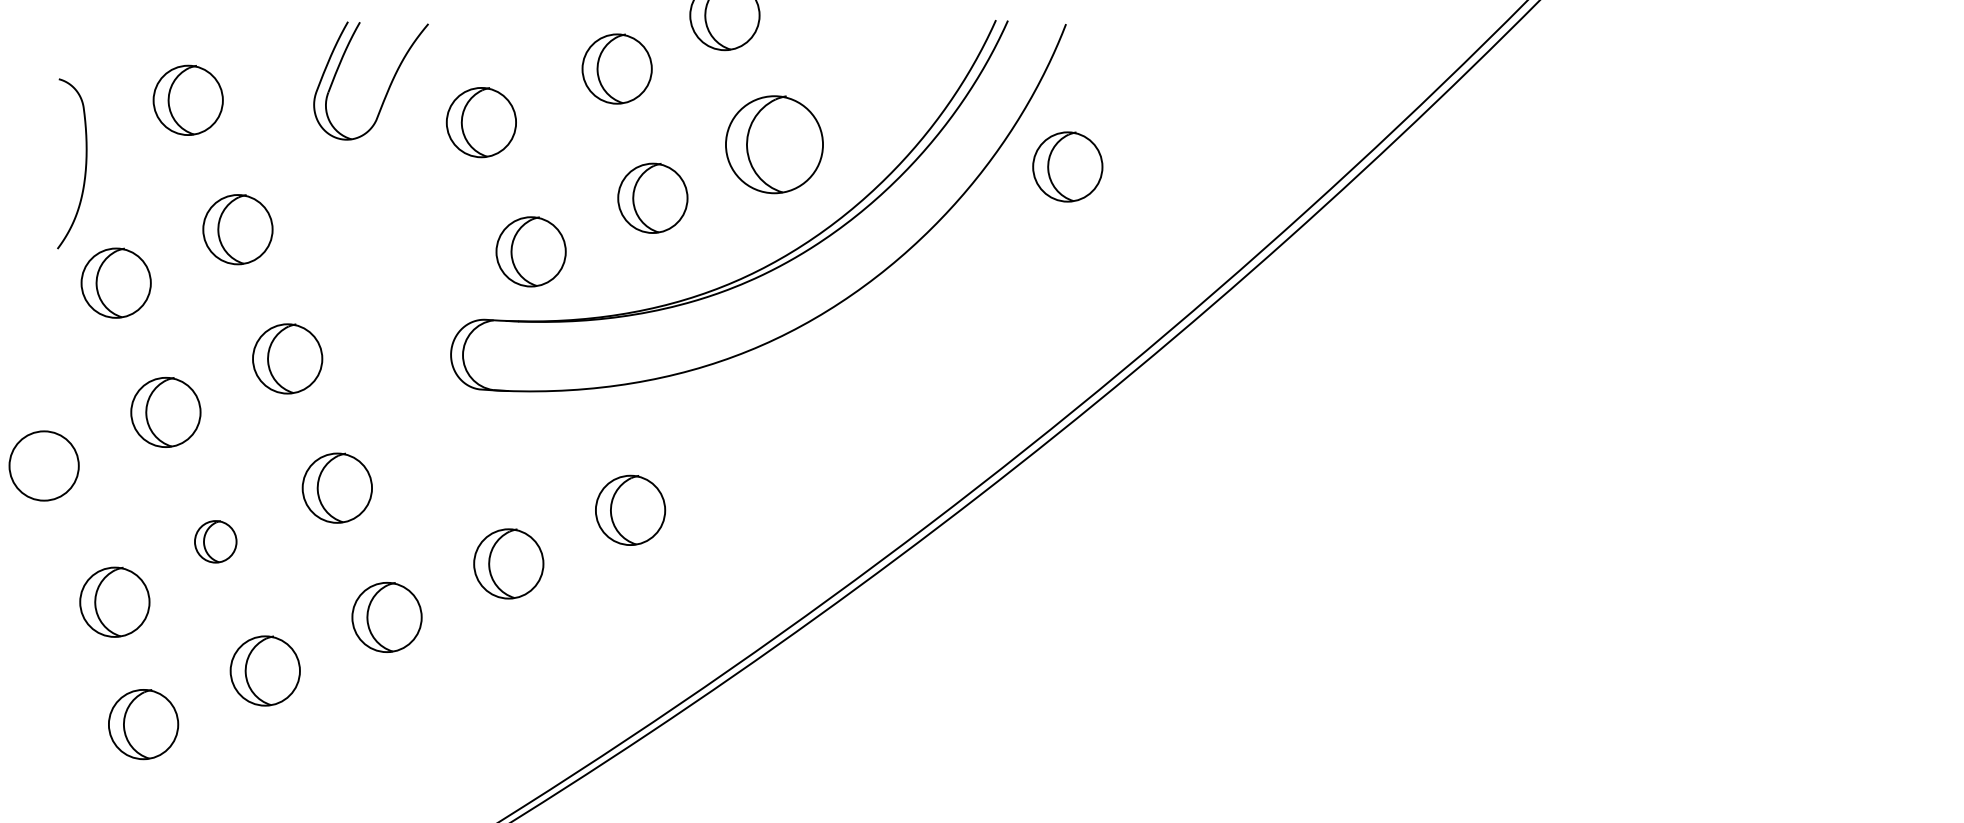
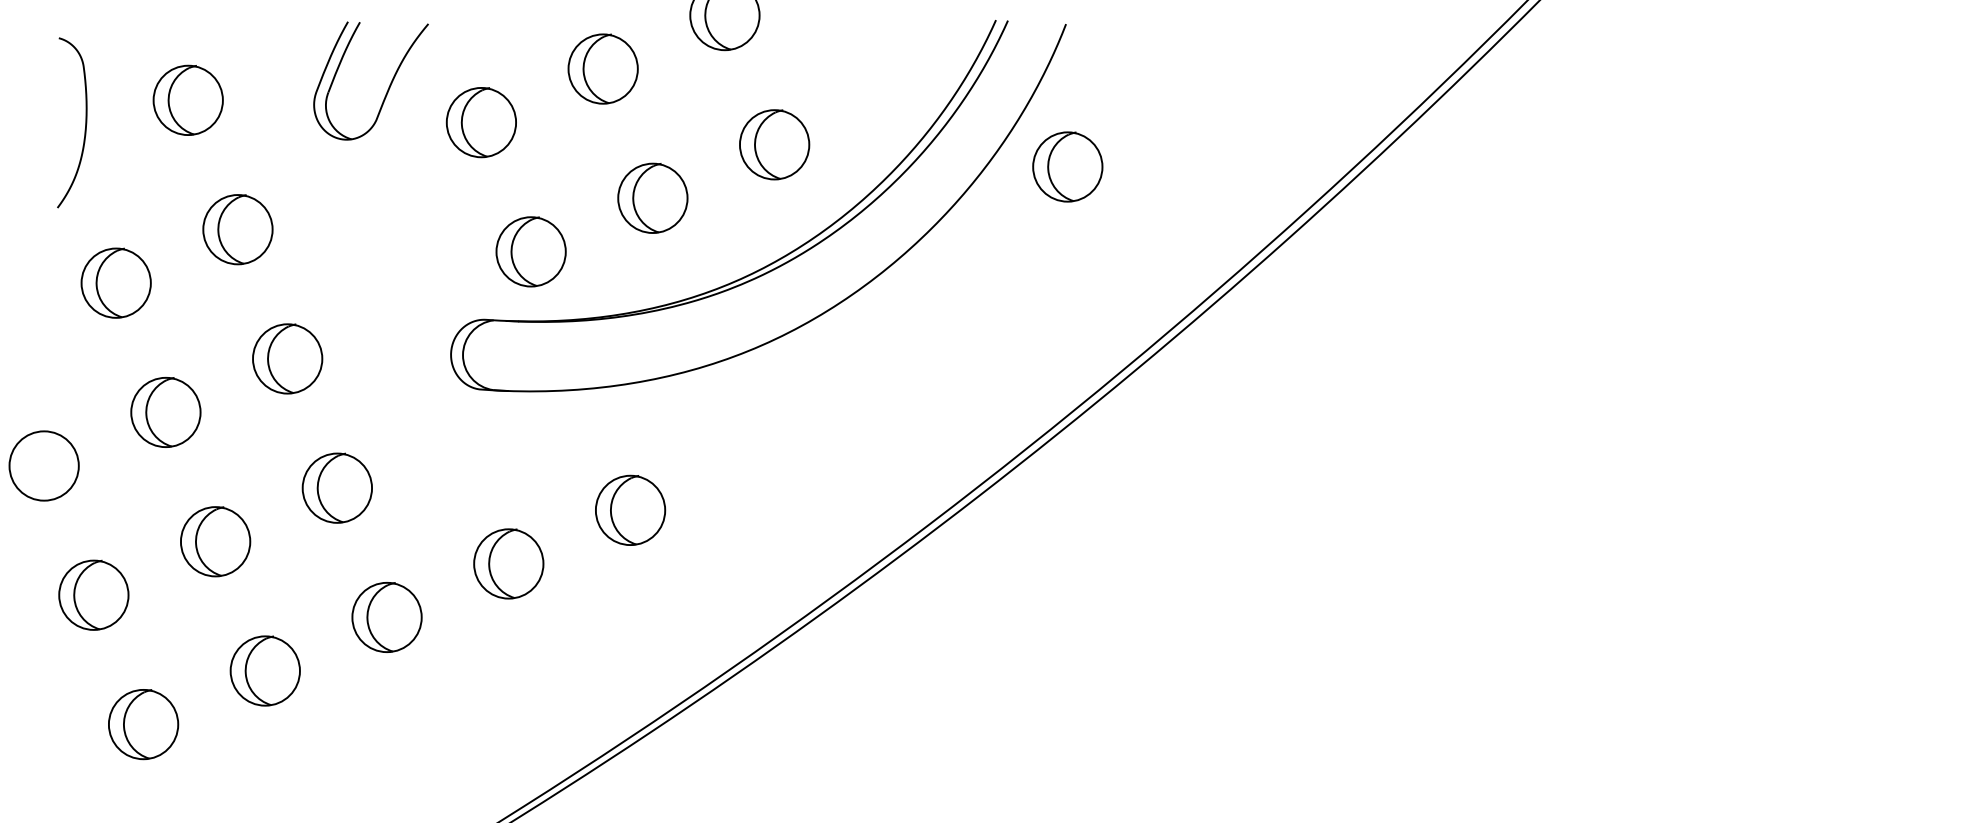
part at (616, 68) position: (616, 68) -> (602, 68)
part at (774, 144) size: 99x100 px -> 72x72 px
curve at (85, 163) position: (85, 163) -> (85, 122)
part at (215, 541) size: 44x44 px -> 72x72 px
part at (114, 601) position: (114, 601) -> (93, 594)
